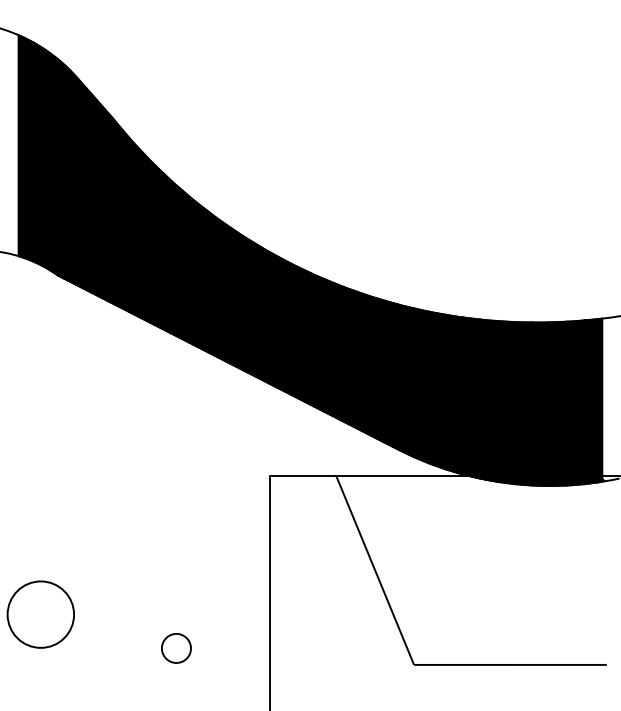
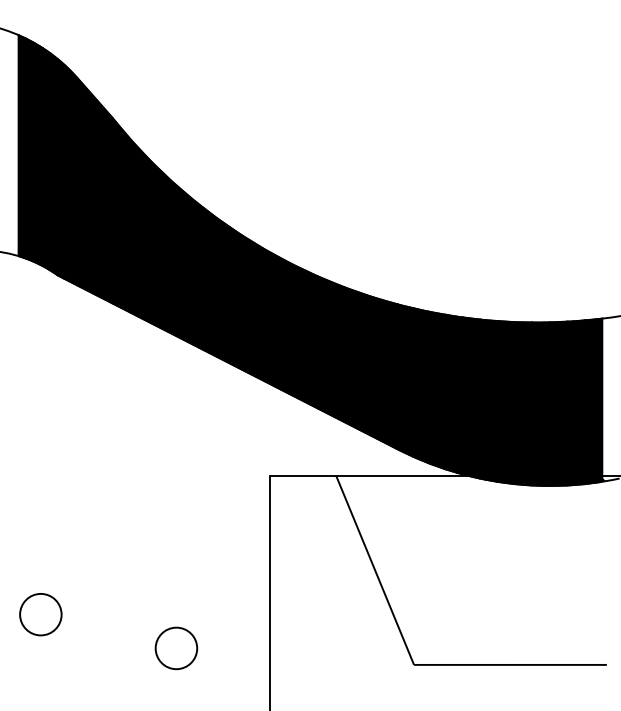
circle at (40, 614) diameter: 66 px -> 42 px
circle at (176, 648) size: 31x31 px -> 45x45 px
